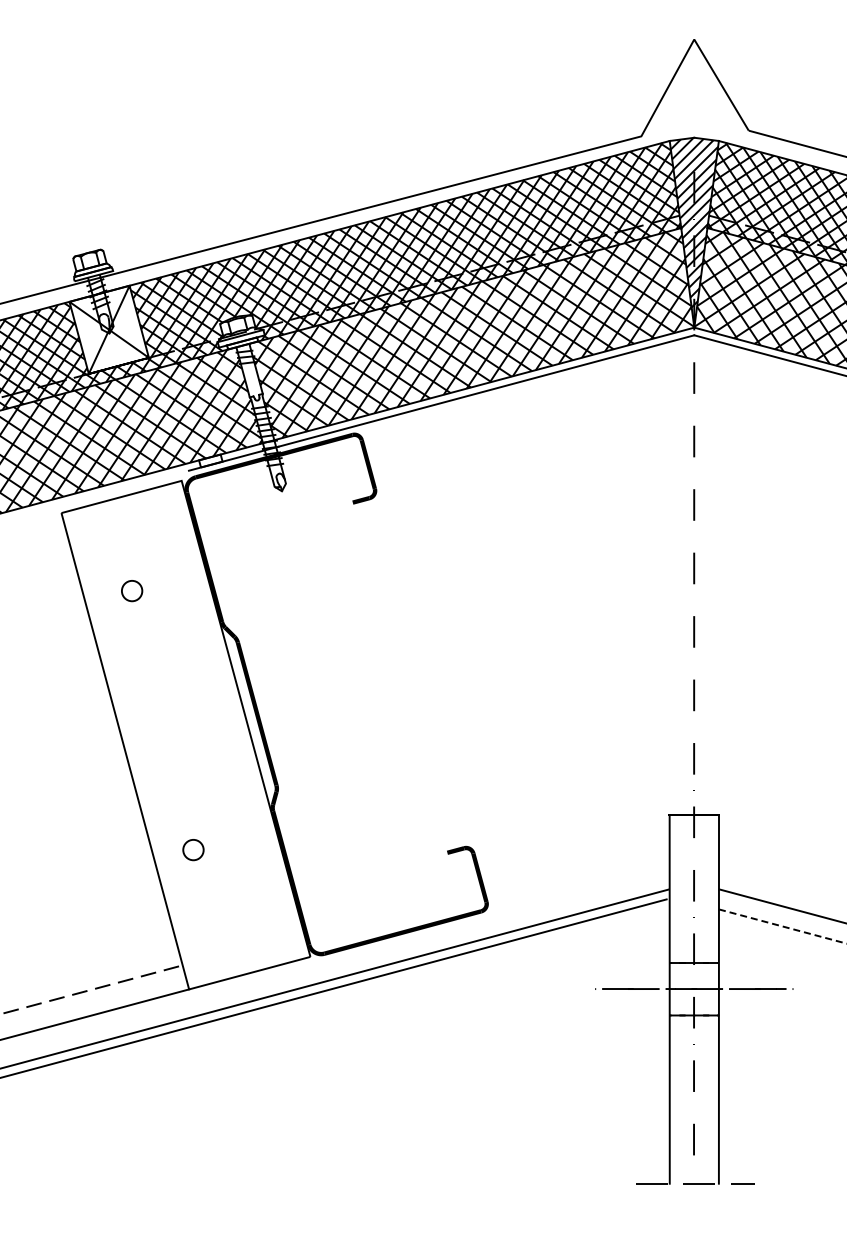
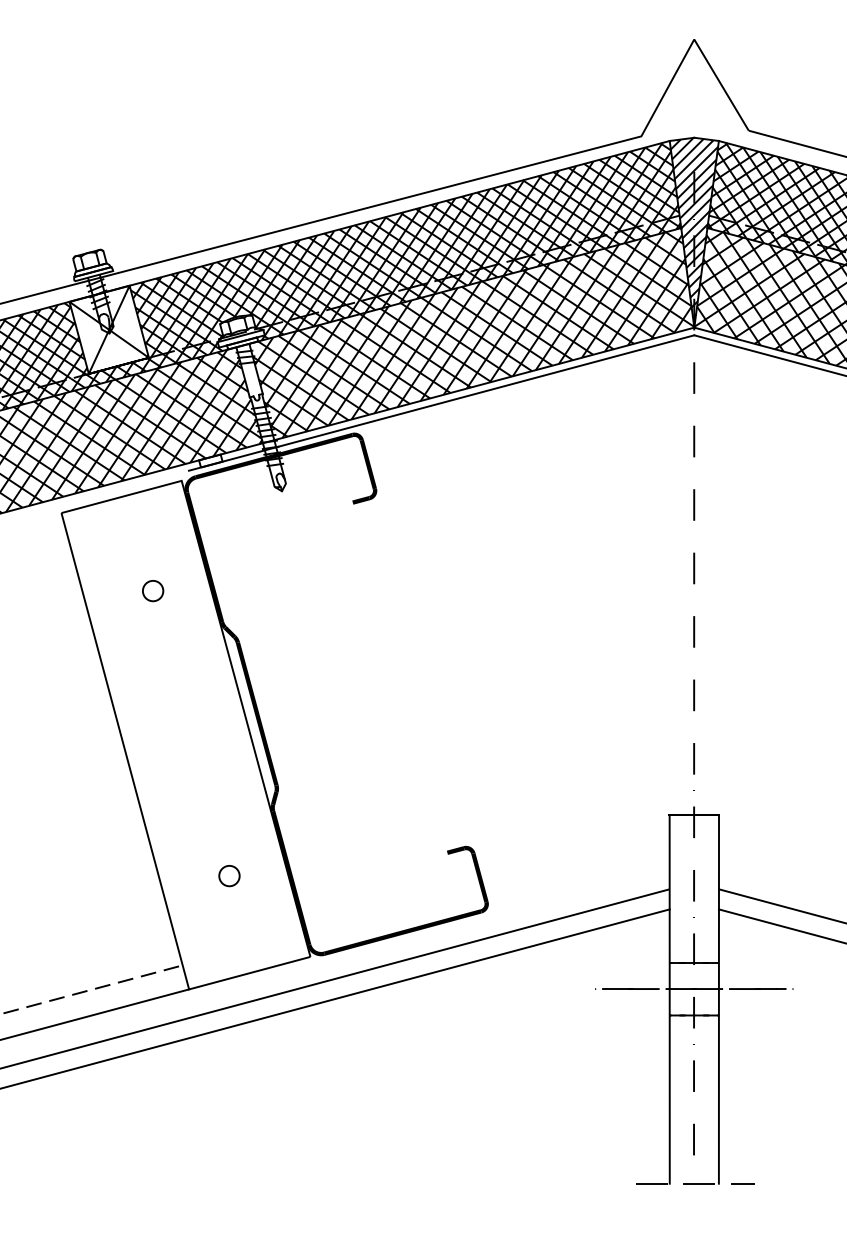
circle at (132, 591) position: (132, 591) -> (153, 591)
circle at (193, 850) position: (193, 850) -> (229, 876)
line at (782, 926): dashed -> solid
line at (334, 988) position: (334, 988) -> (335, 998)
